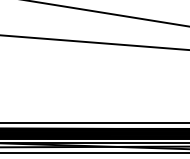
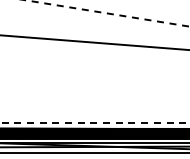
line at (106, 13): solid -> dashed
line at (95, 122): solid -> dashed
